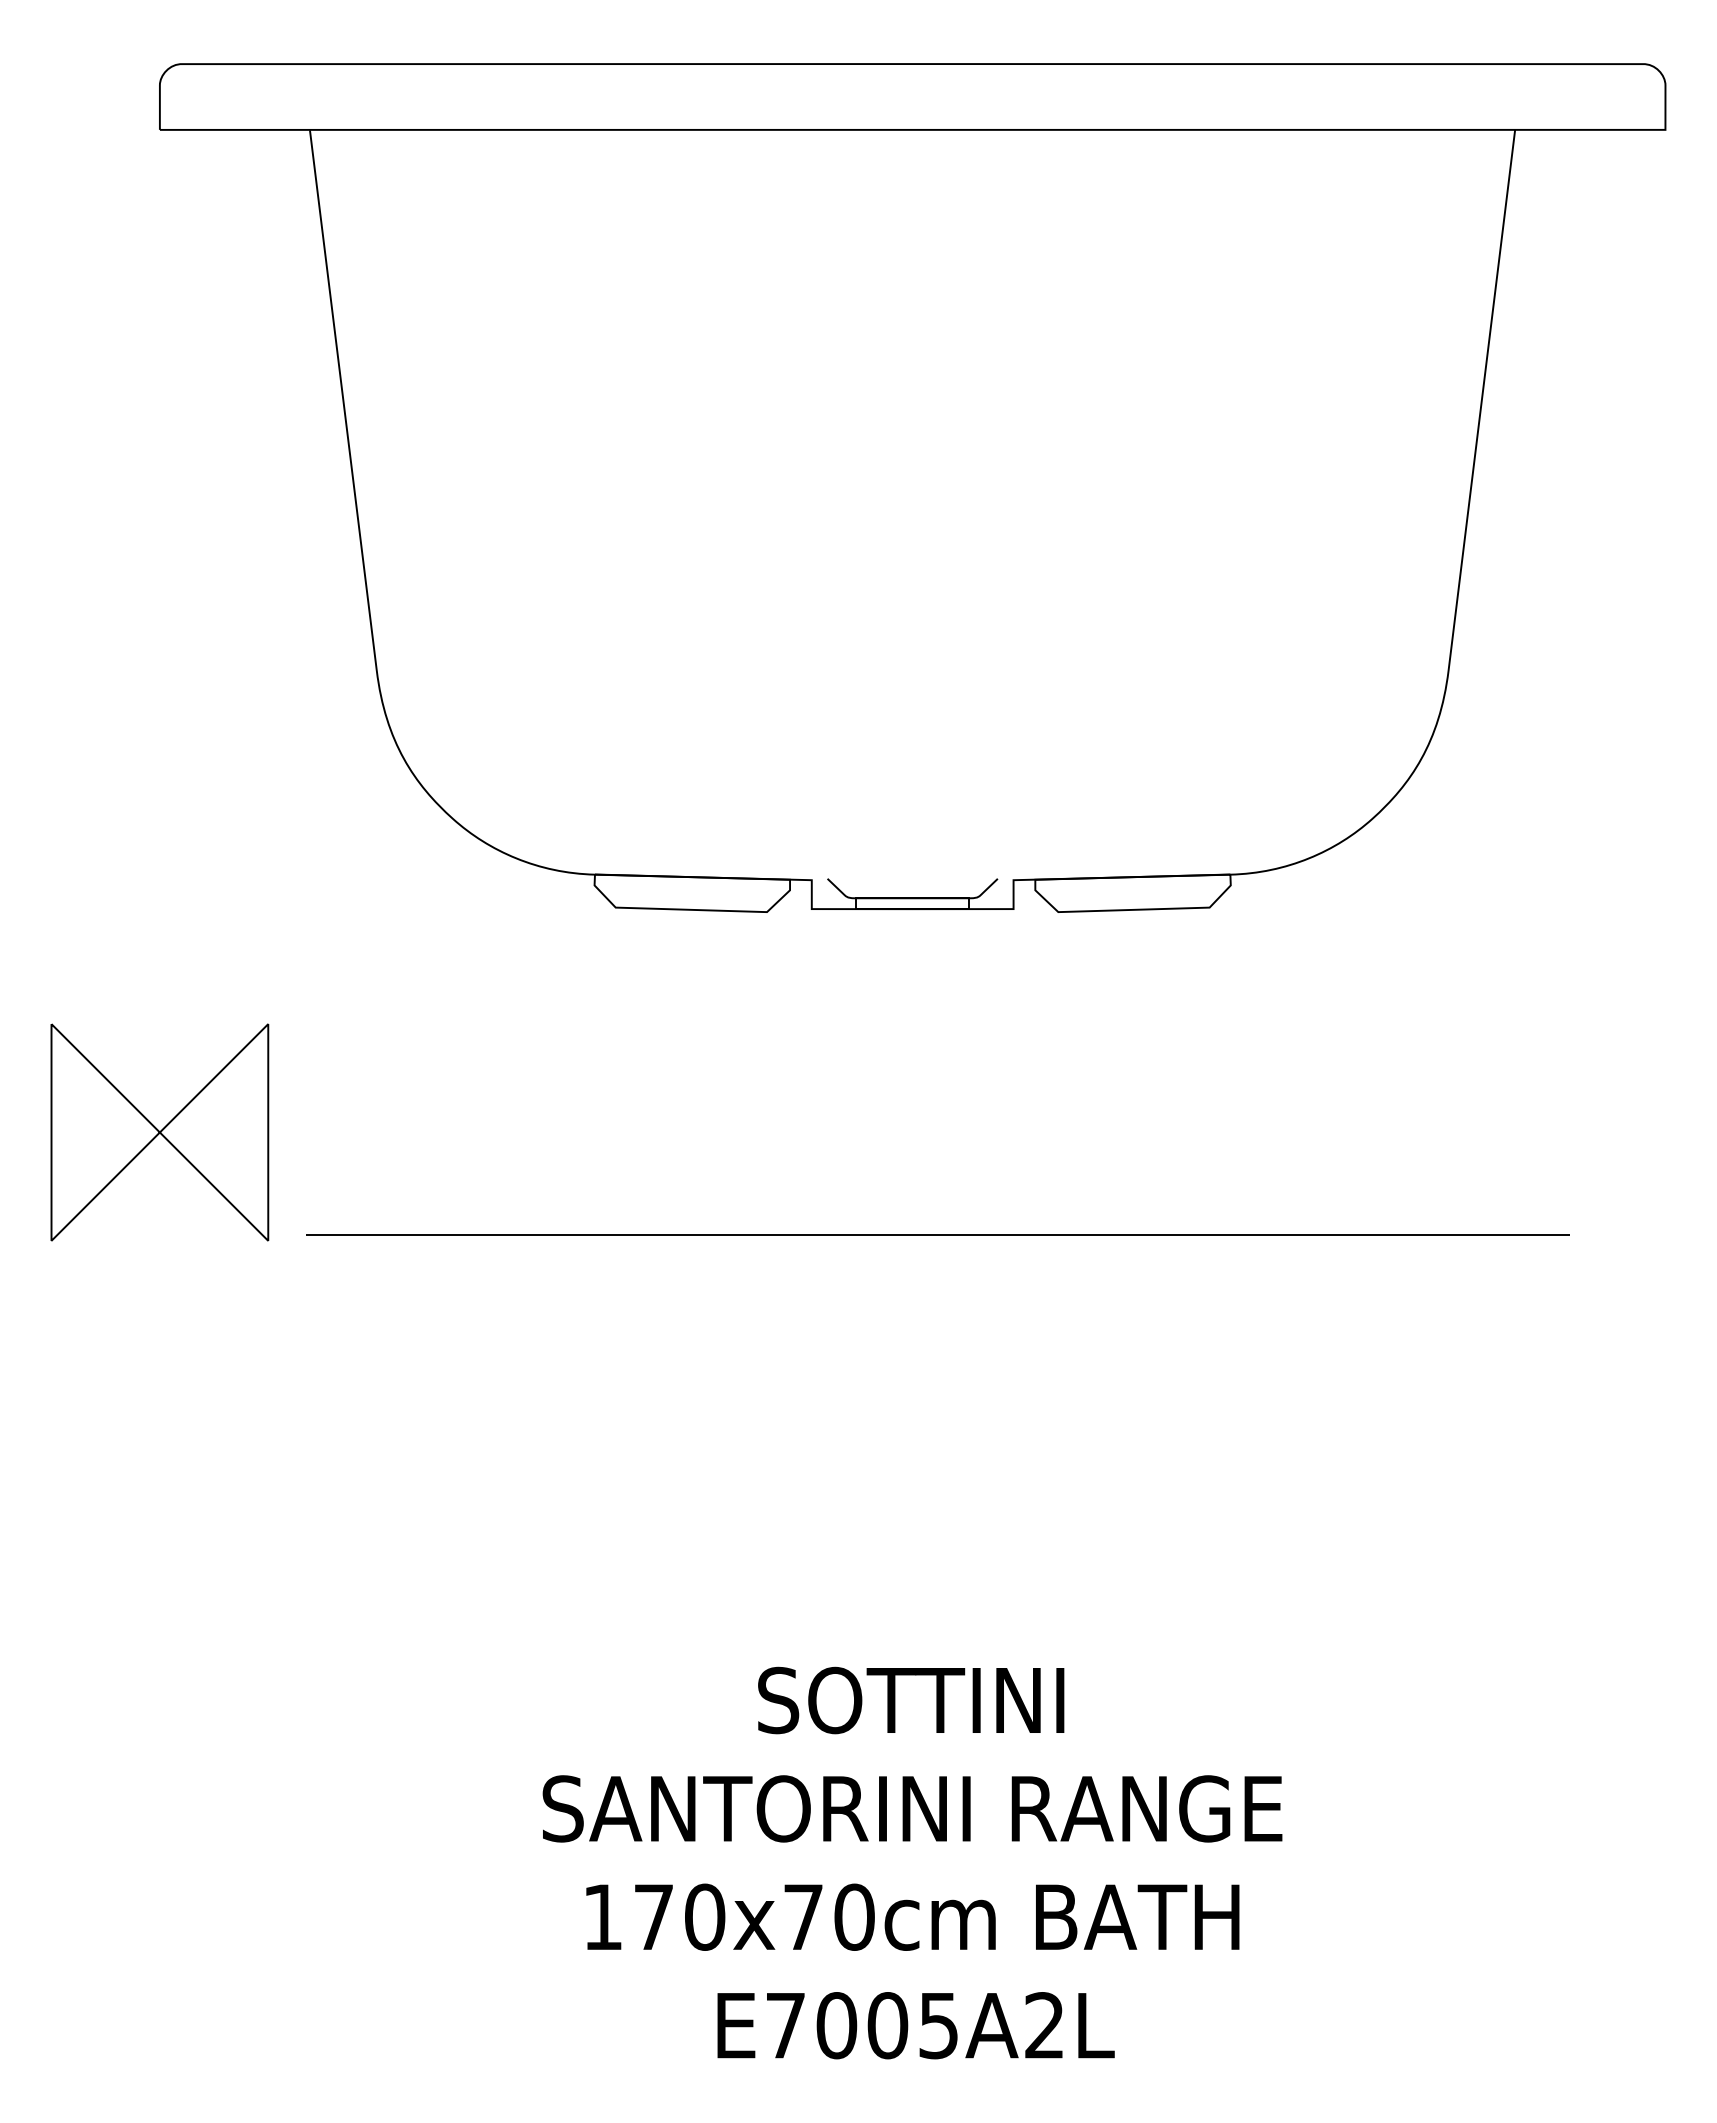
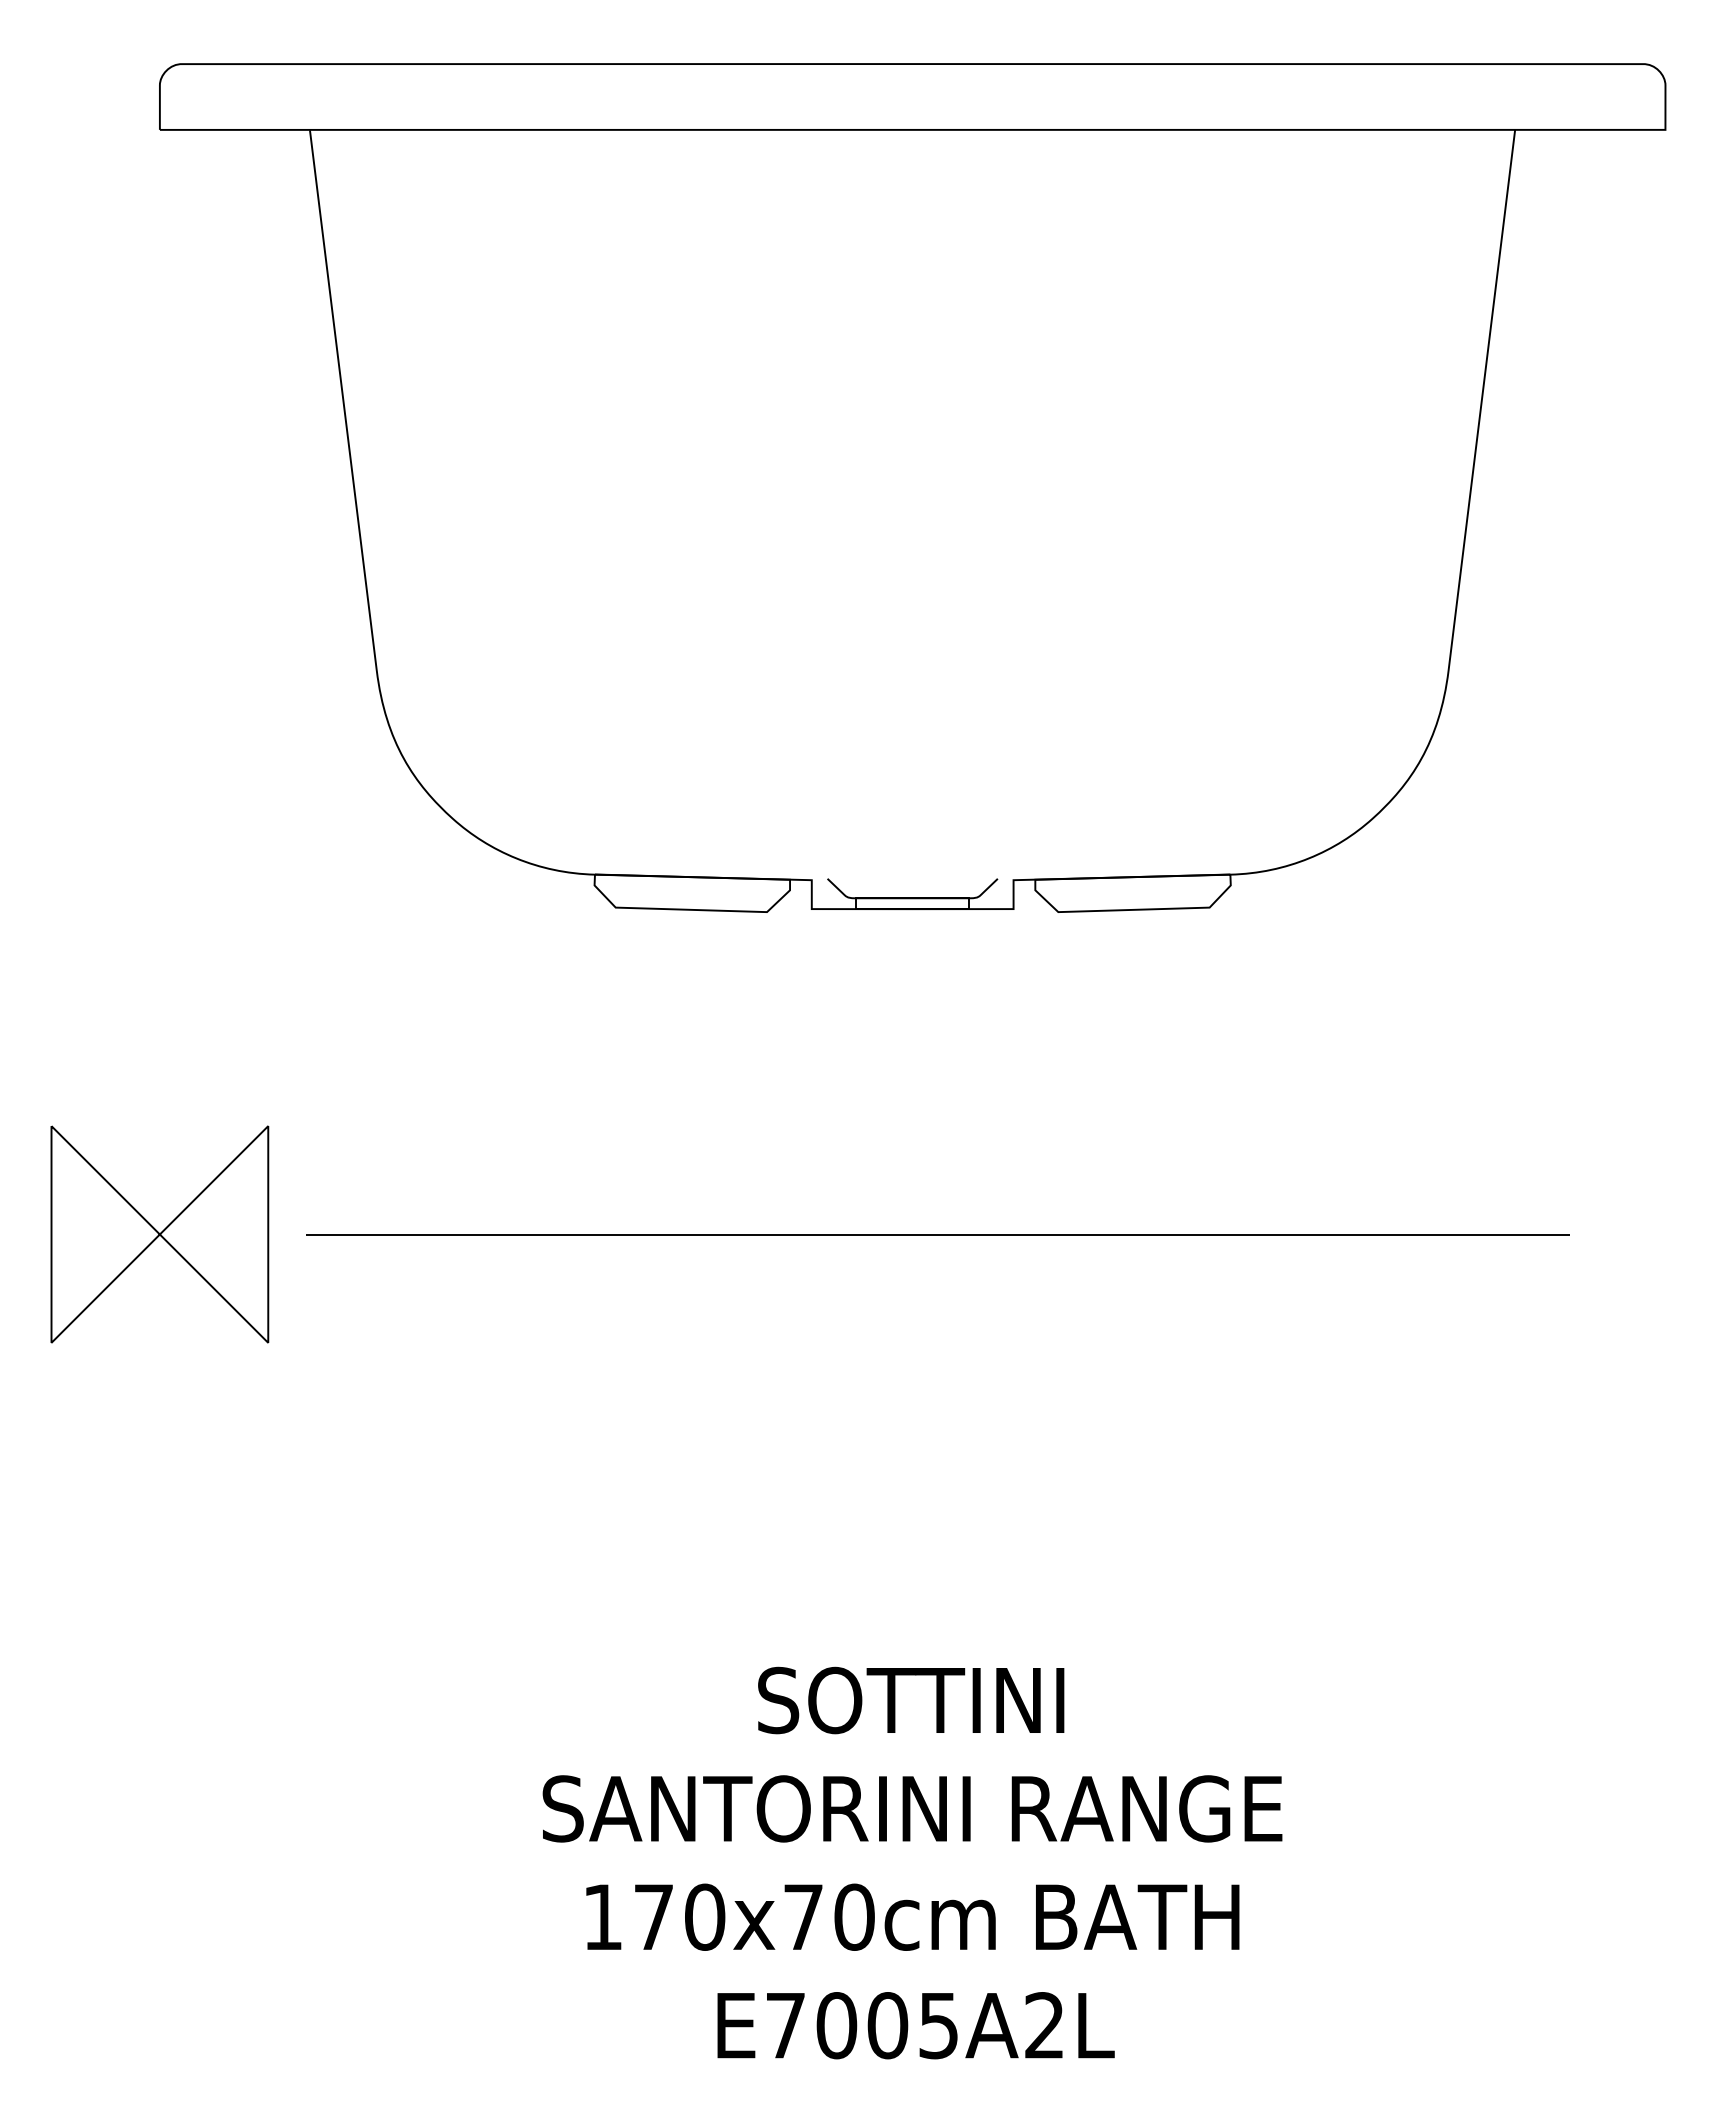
part at (159, 1132) position: (159, 1132) -> (159, 1234)
